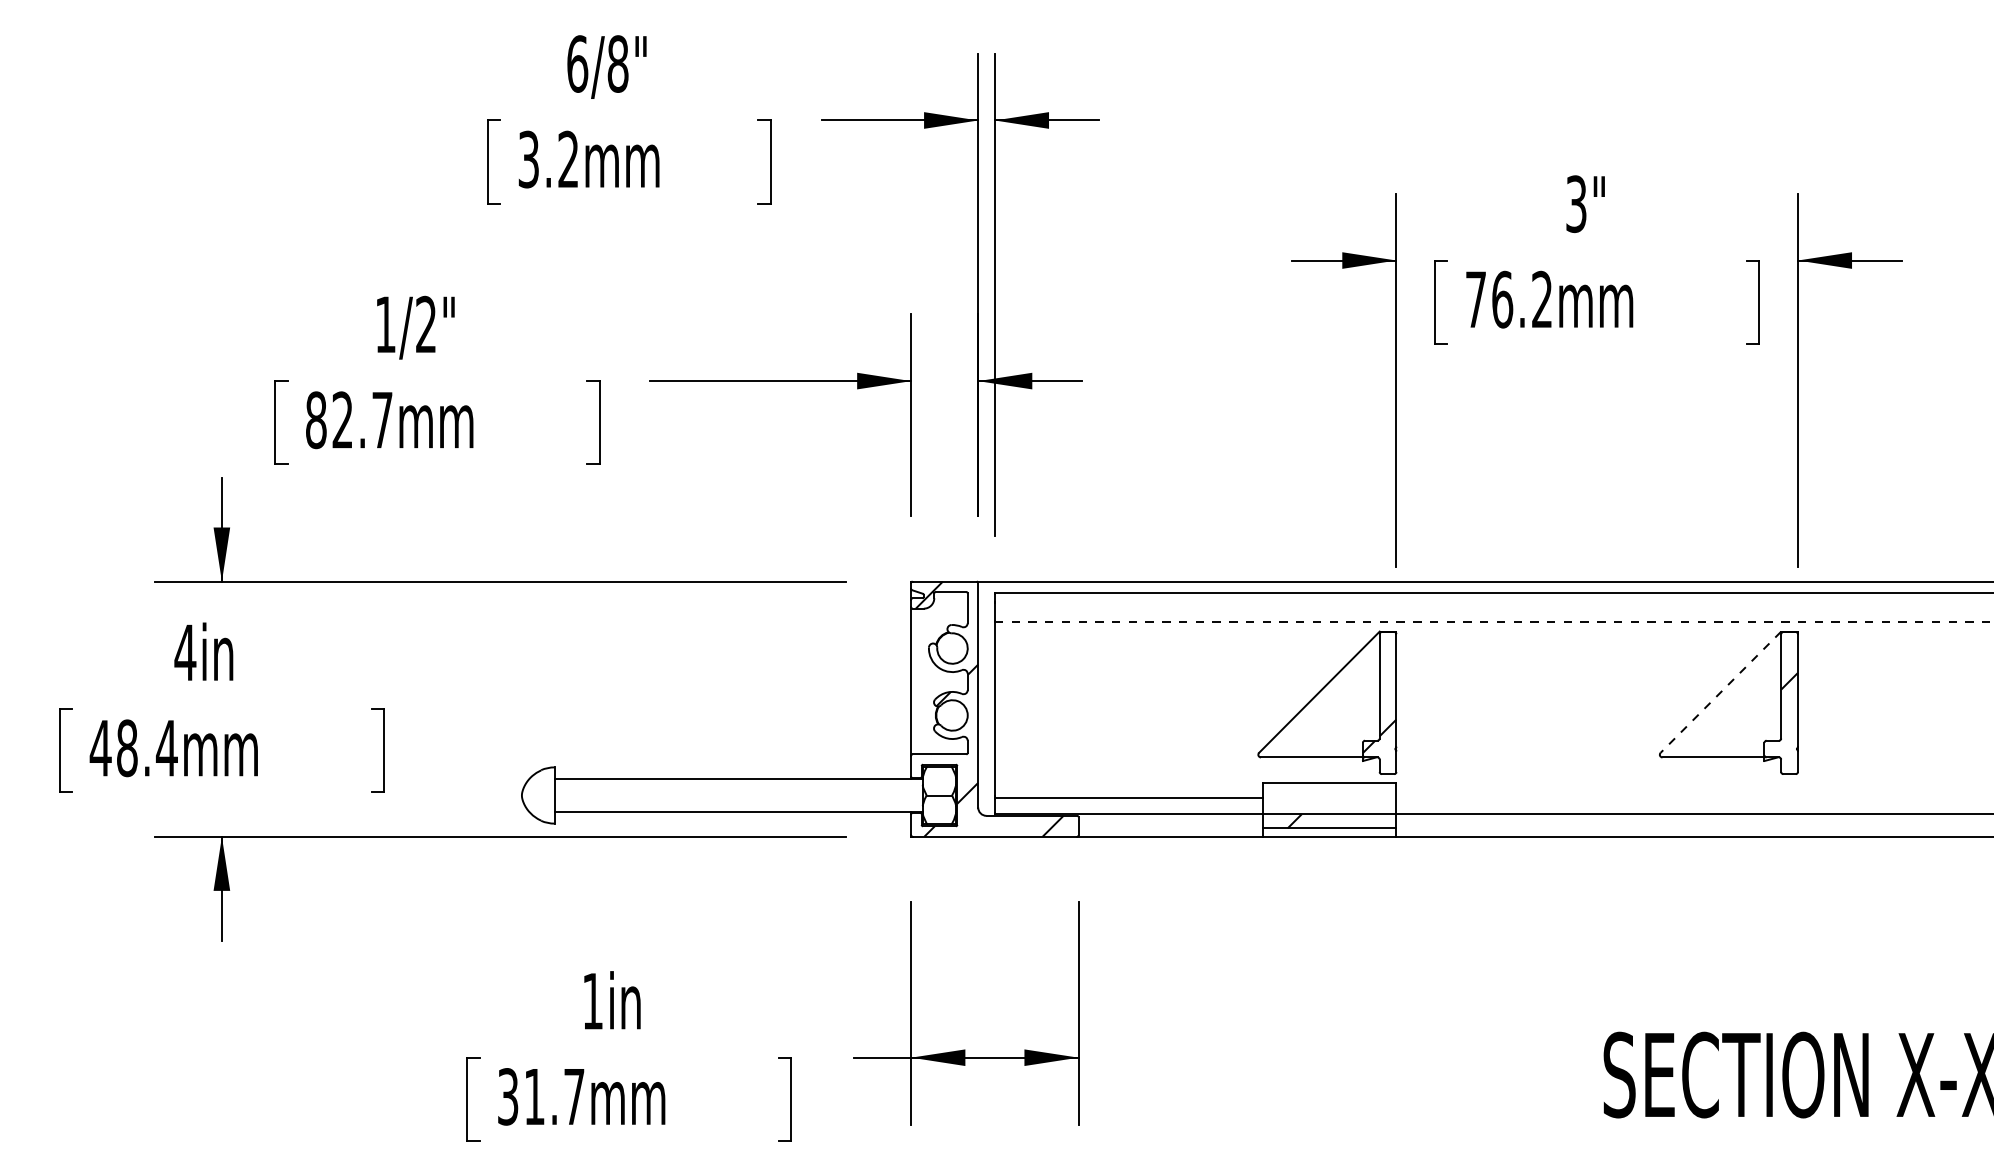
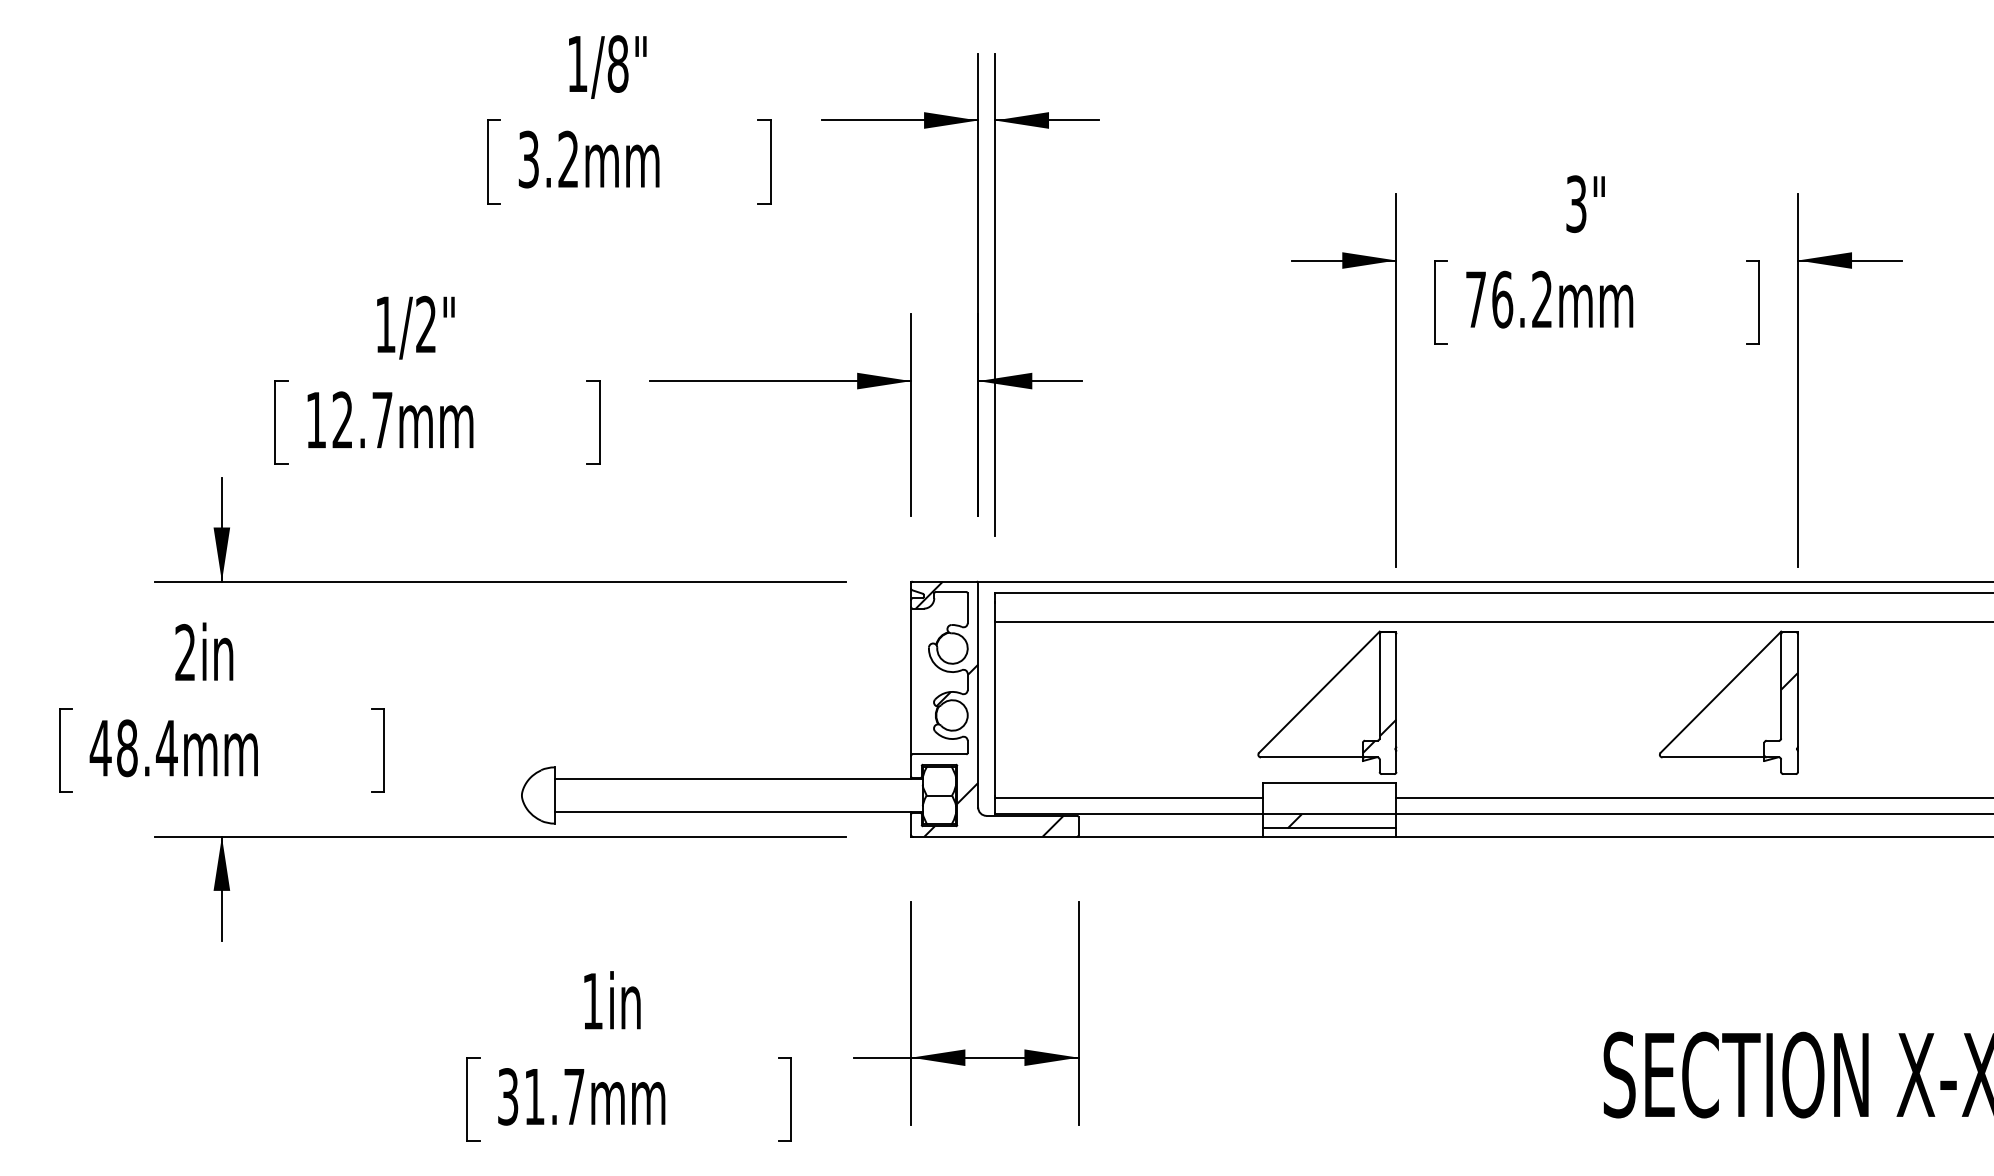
text at (577, 63): 6/8" -> 1/8"
text at (316, 420): 82.7mm -> 12.7mm
line at (1494, 621): dashed -> solid
text at (185, 651): 4in -> 2in
line at (1720, 692): dashed -> solid
line at (1693, 797): none -> present
